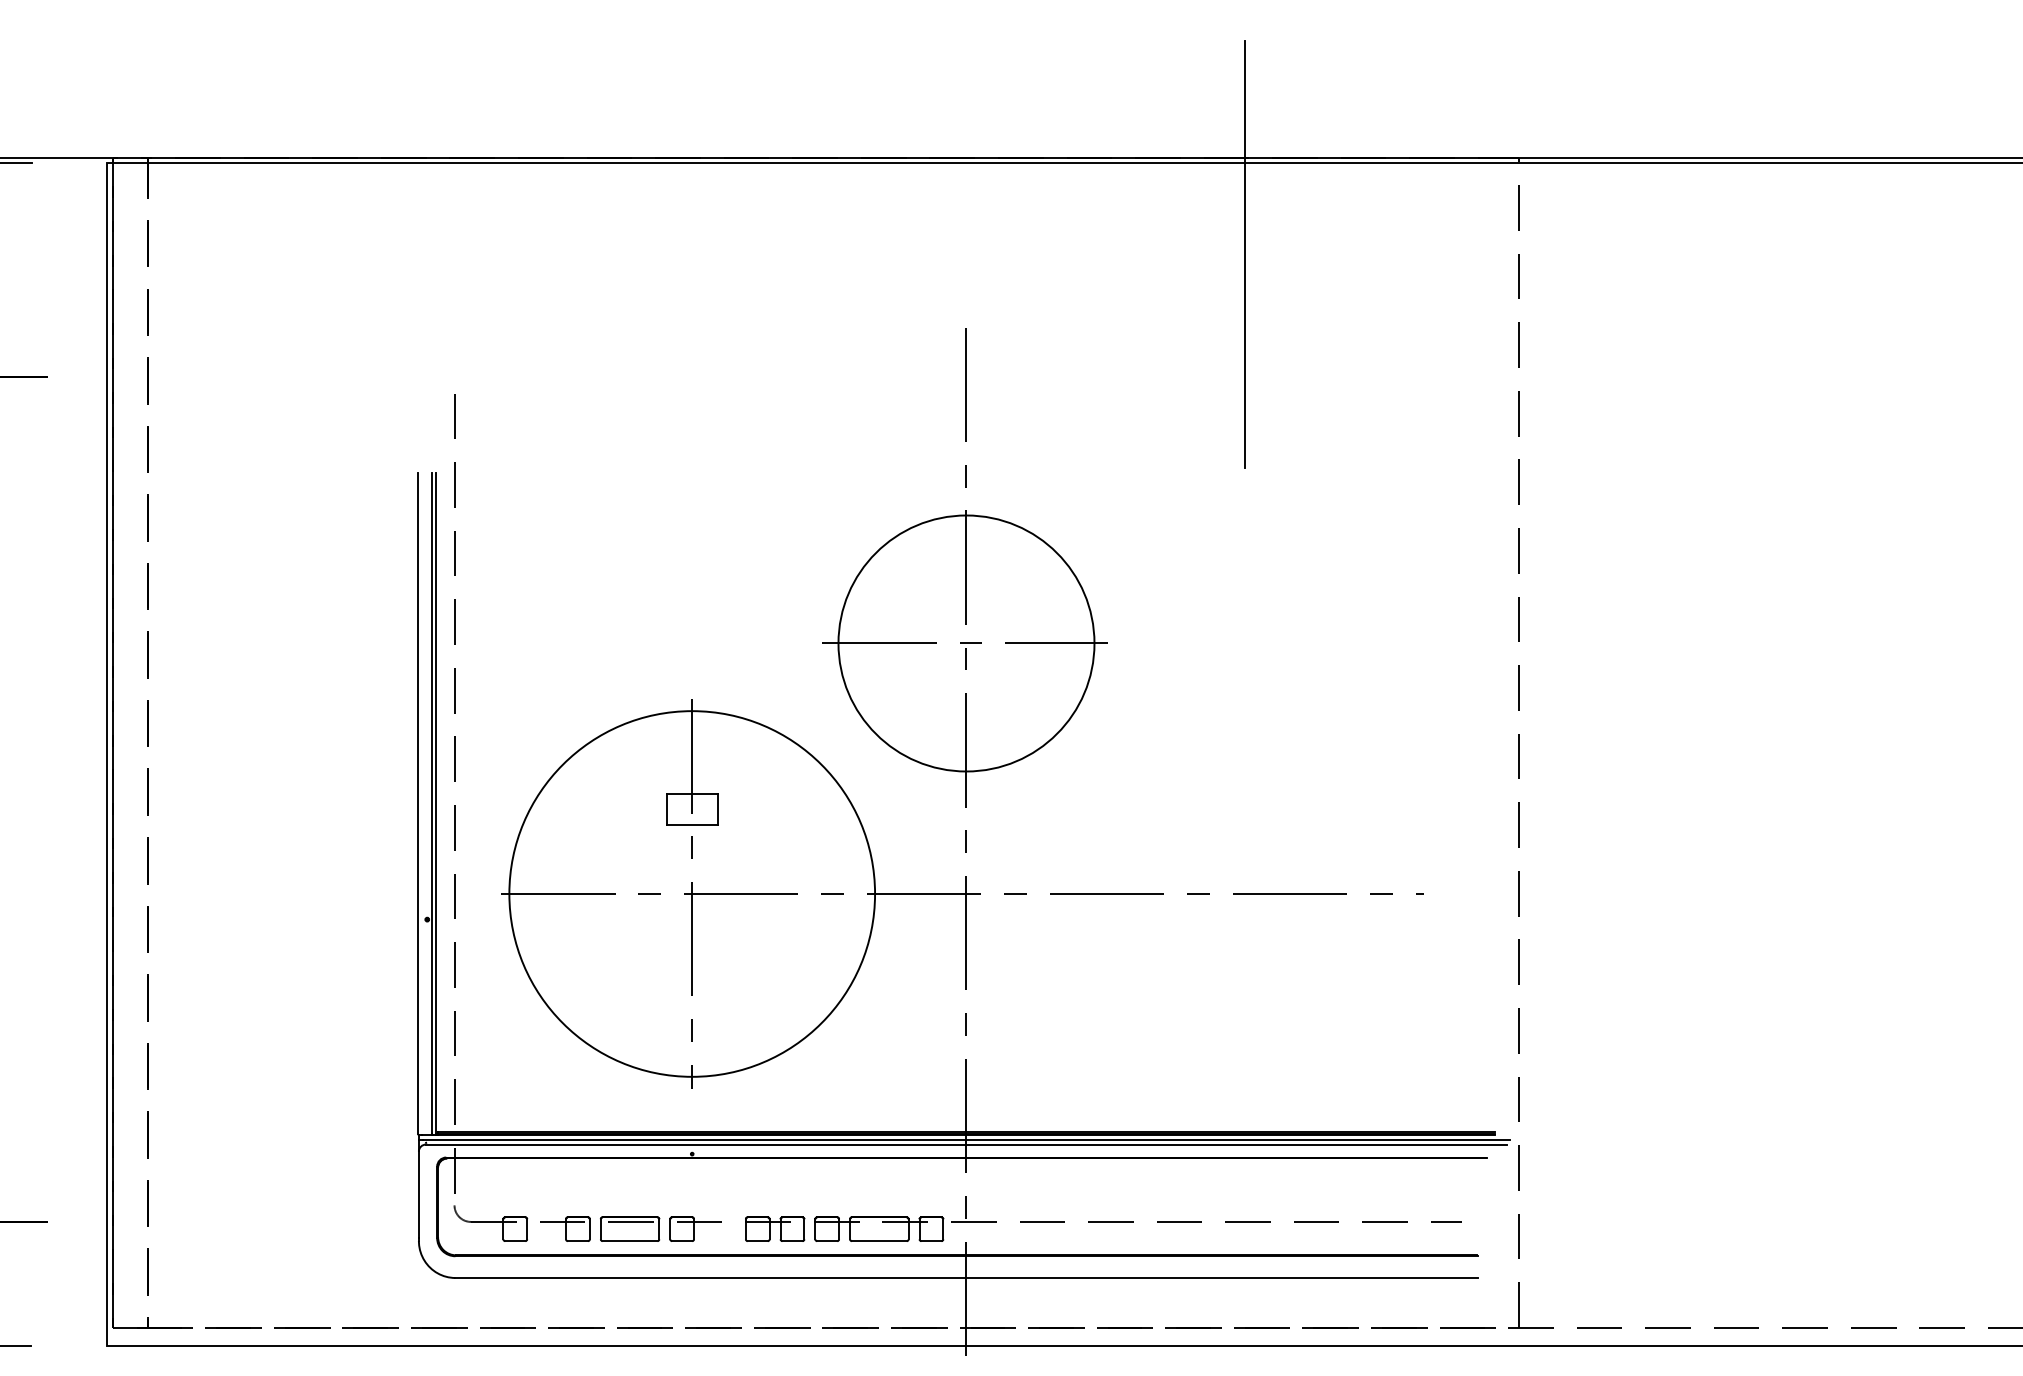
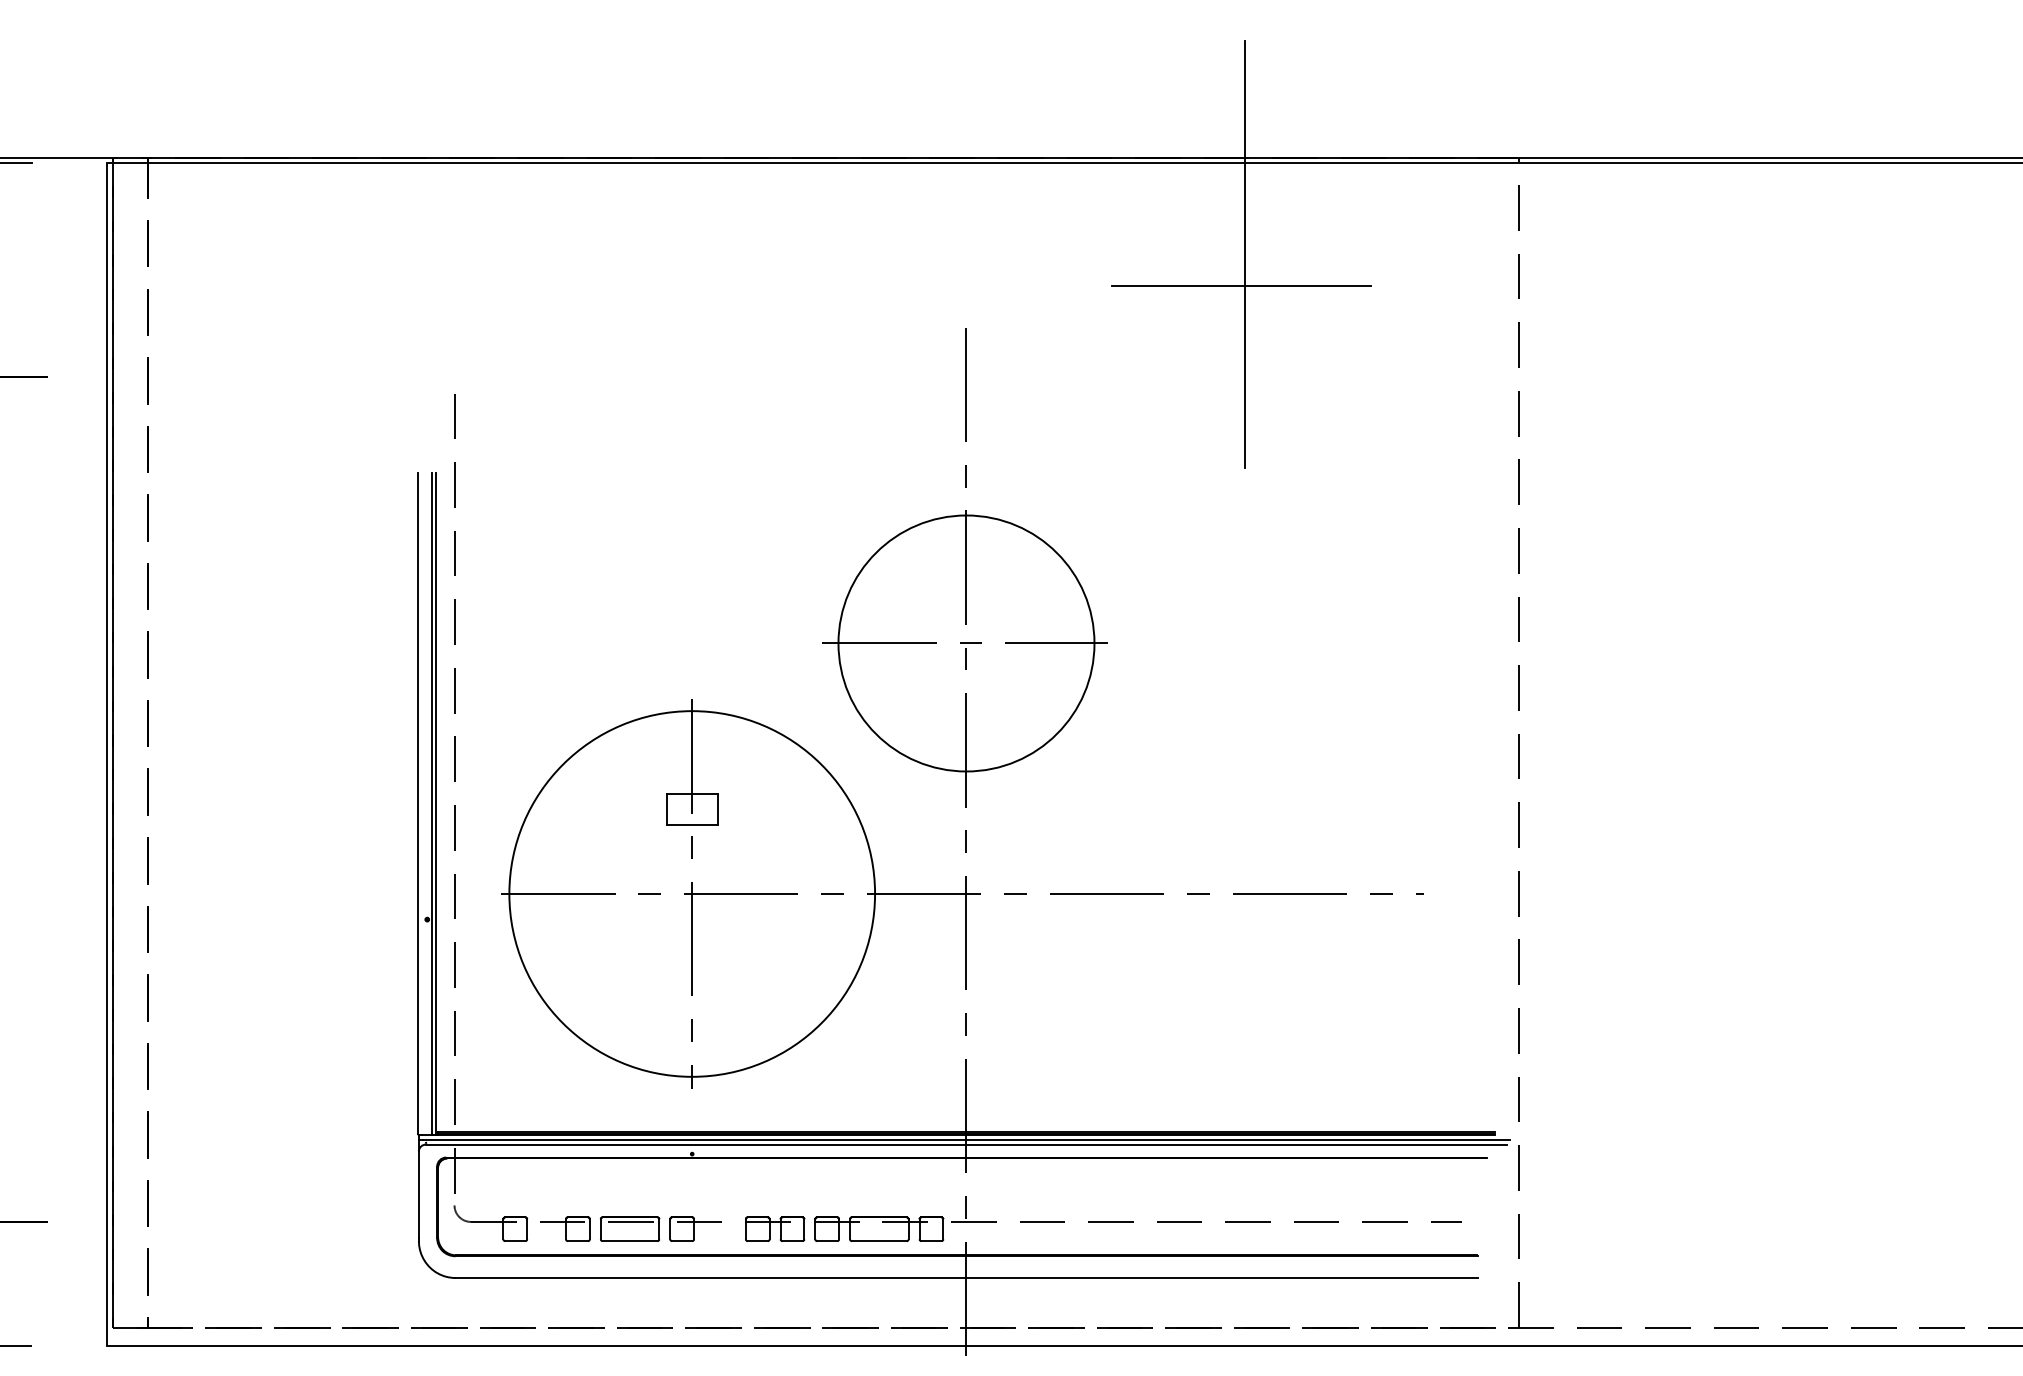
line at (1241, 285): none -> present
